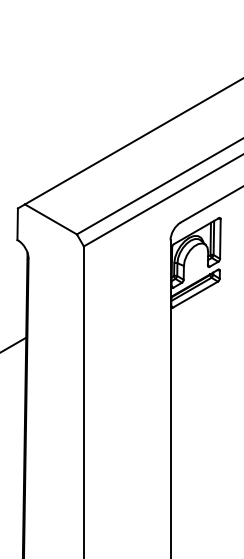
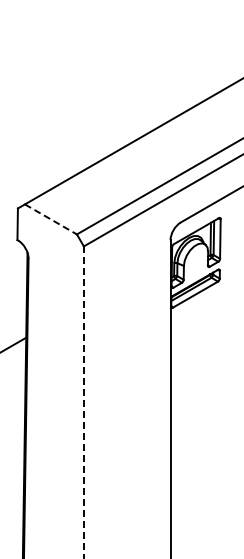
line at (51, 219): solid -> dashed
line at (83, 402): solid -> dashed
